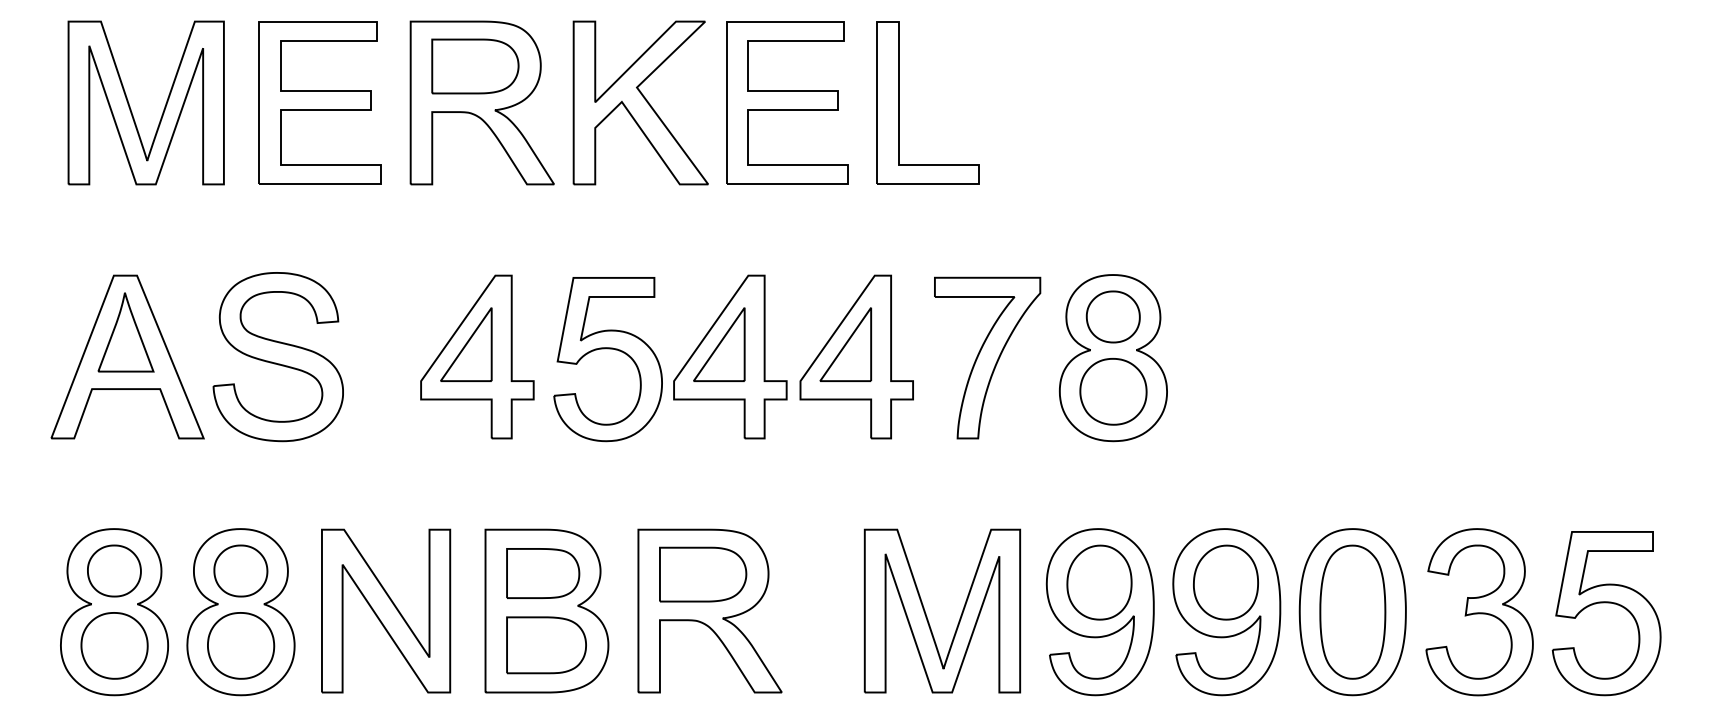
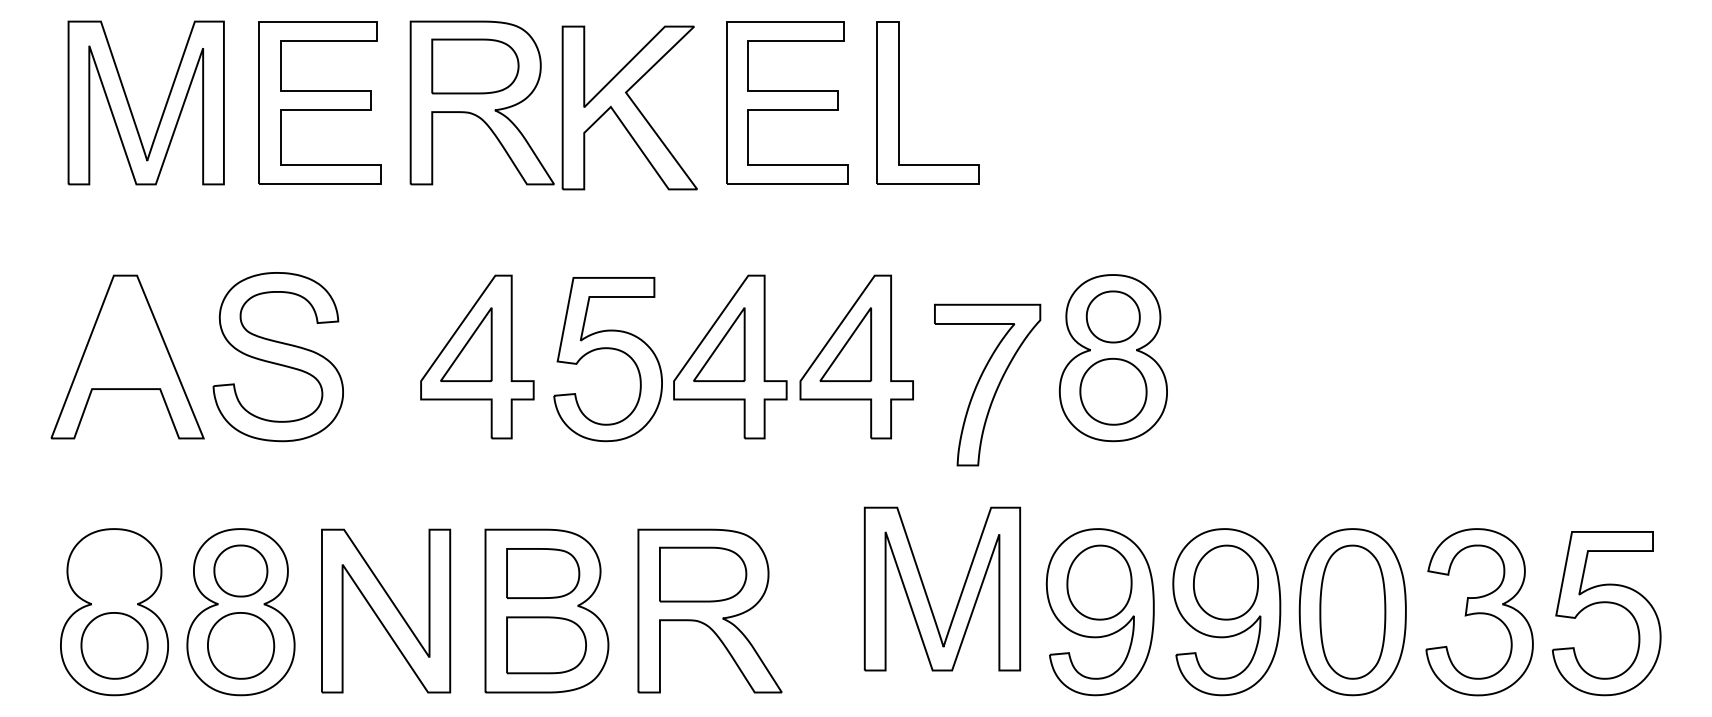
part at (640, 102) position: (640, 102) -> (629, 107)
part at (125, 332): present -> none
part at (987, 357) position: (987, 357) -> (987, 384)
part at (114, 570): present -> none
part at (927, 616) position: (927, 616) -> (927, 594)
